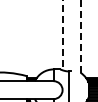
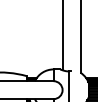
line at (62, 35): dashed -> solid
line at (80, 36): dashed -> solid
